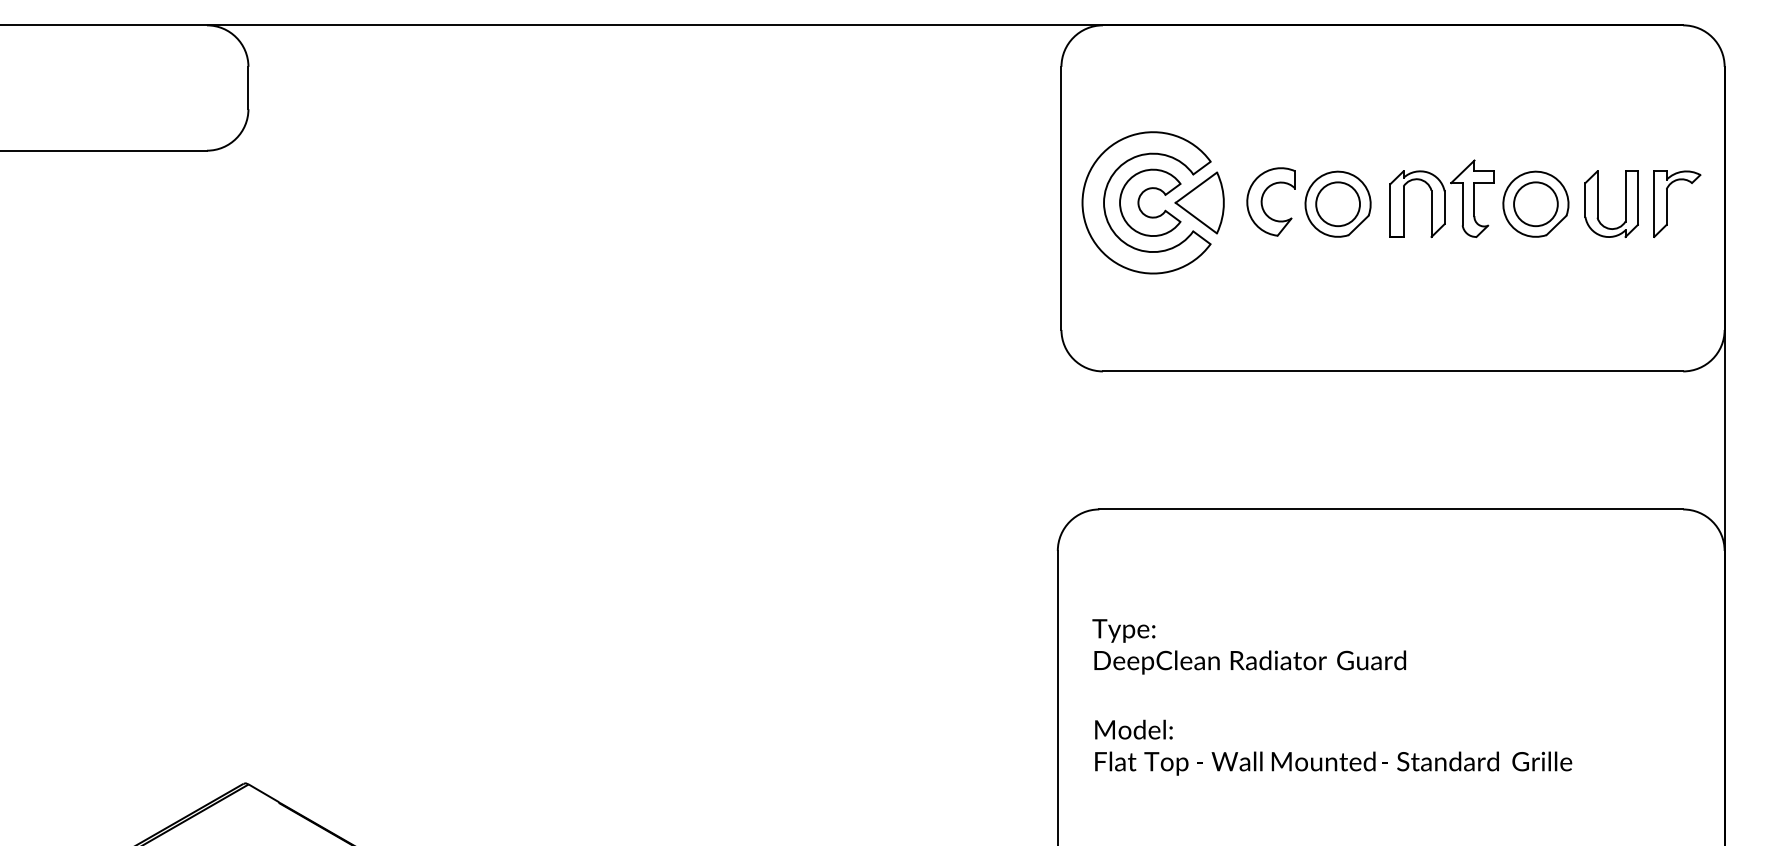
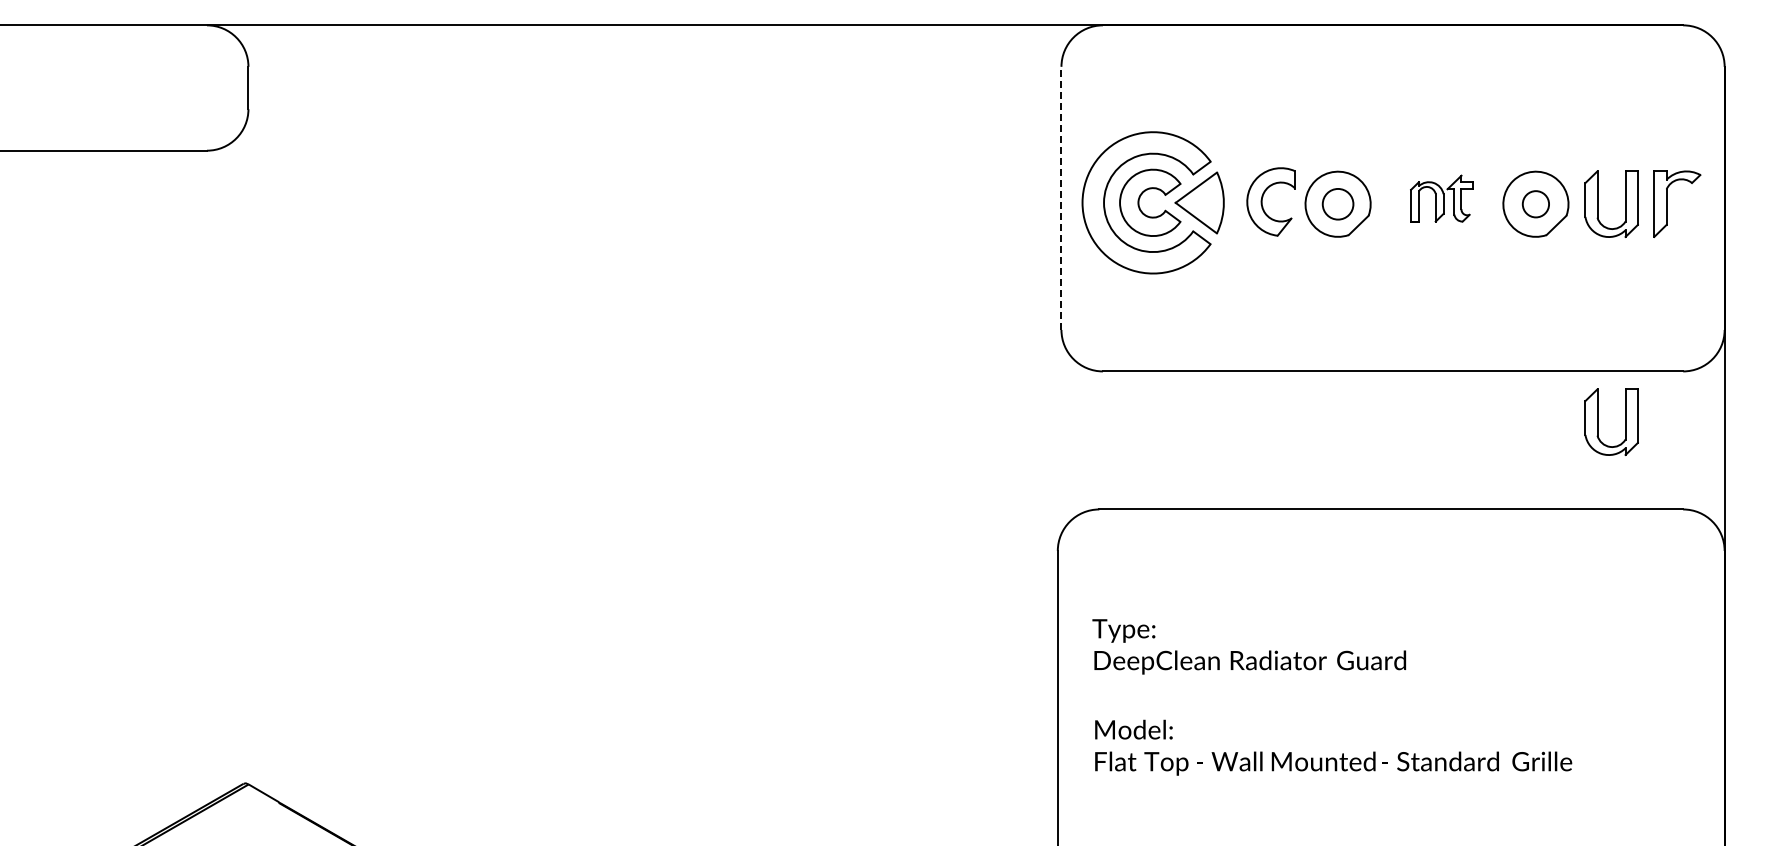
line at (1061, 198): solid -> dashed
part at (1441, 198) size: 106x79 px -> 64x49 px
circle at (1338, 204) diameter: 44 px -> 31 px
circle at (1535, 204) diameter: 44 px -> 26 px
part at (1598, 421): none -> present
